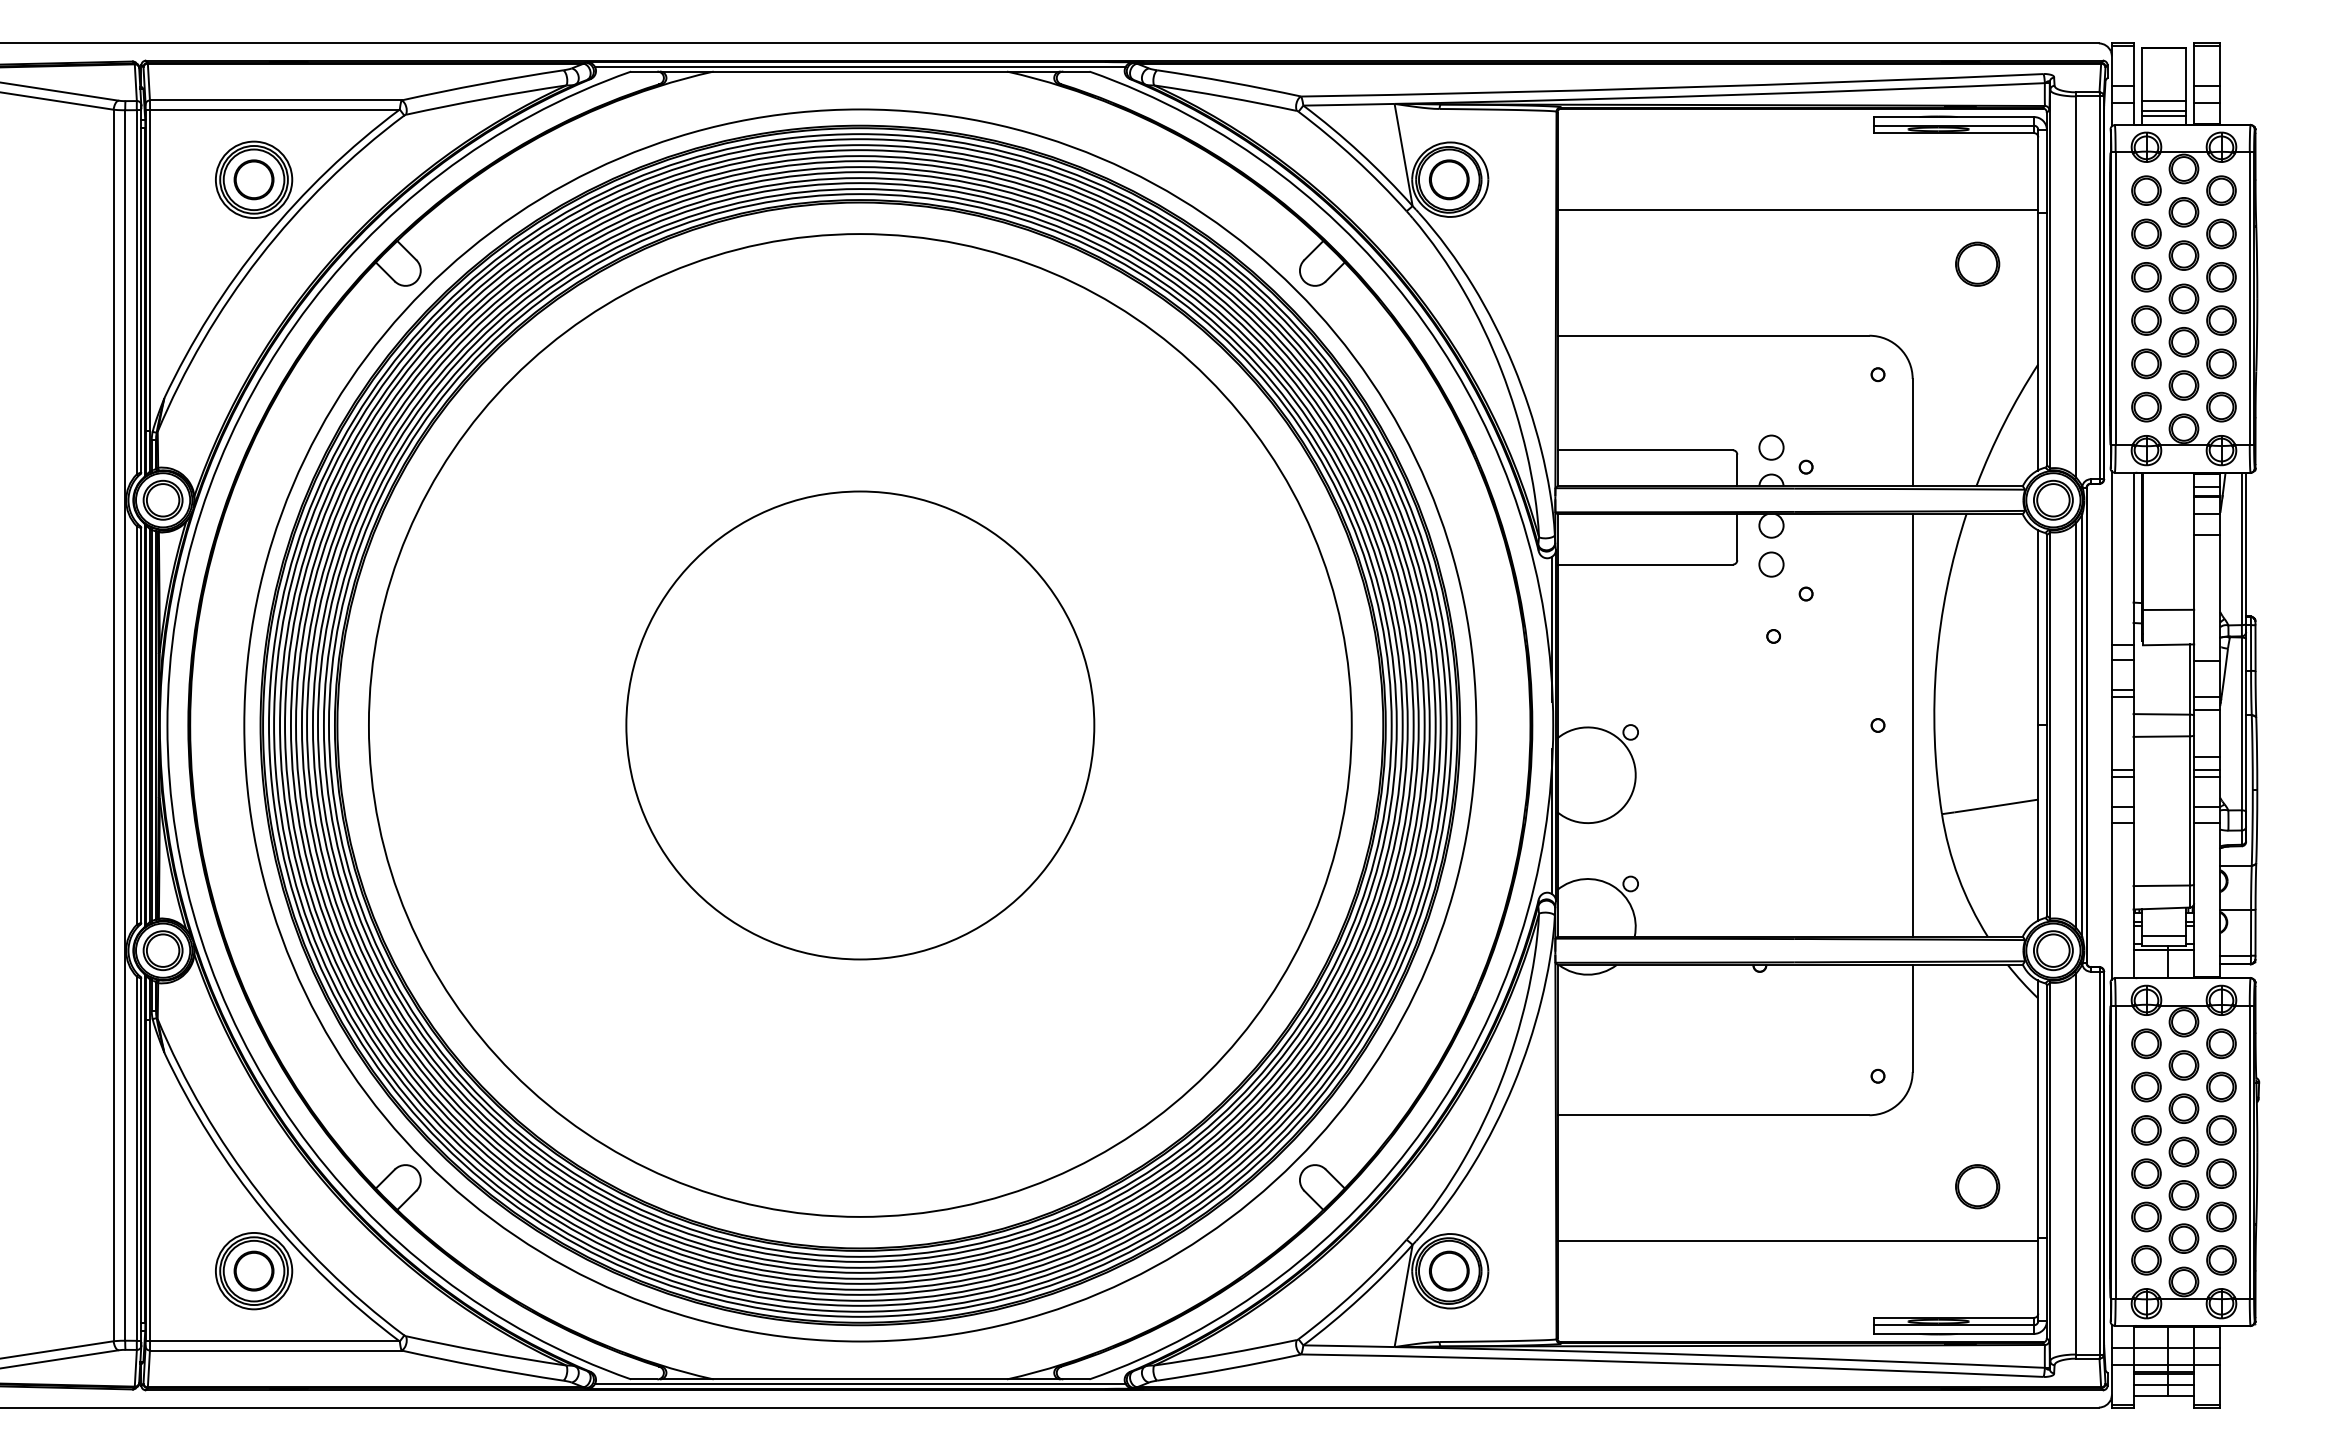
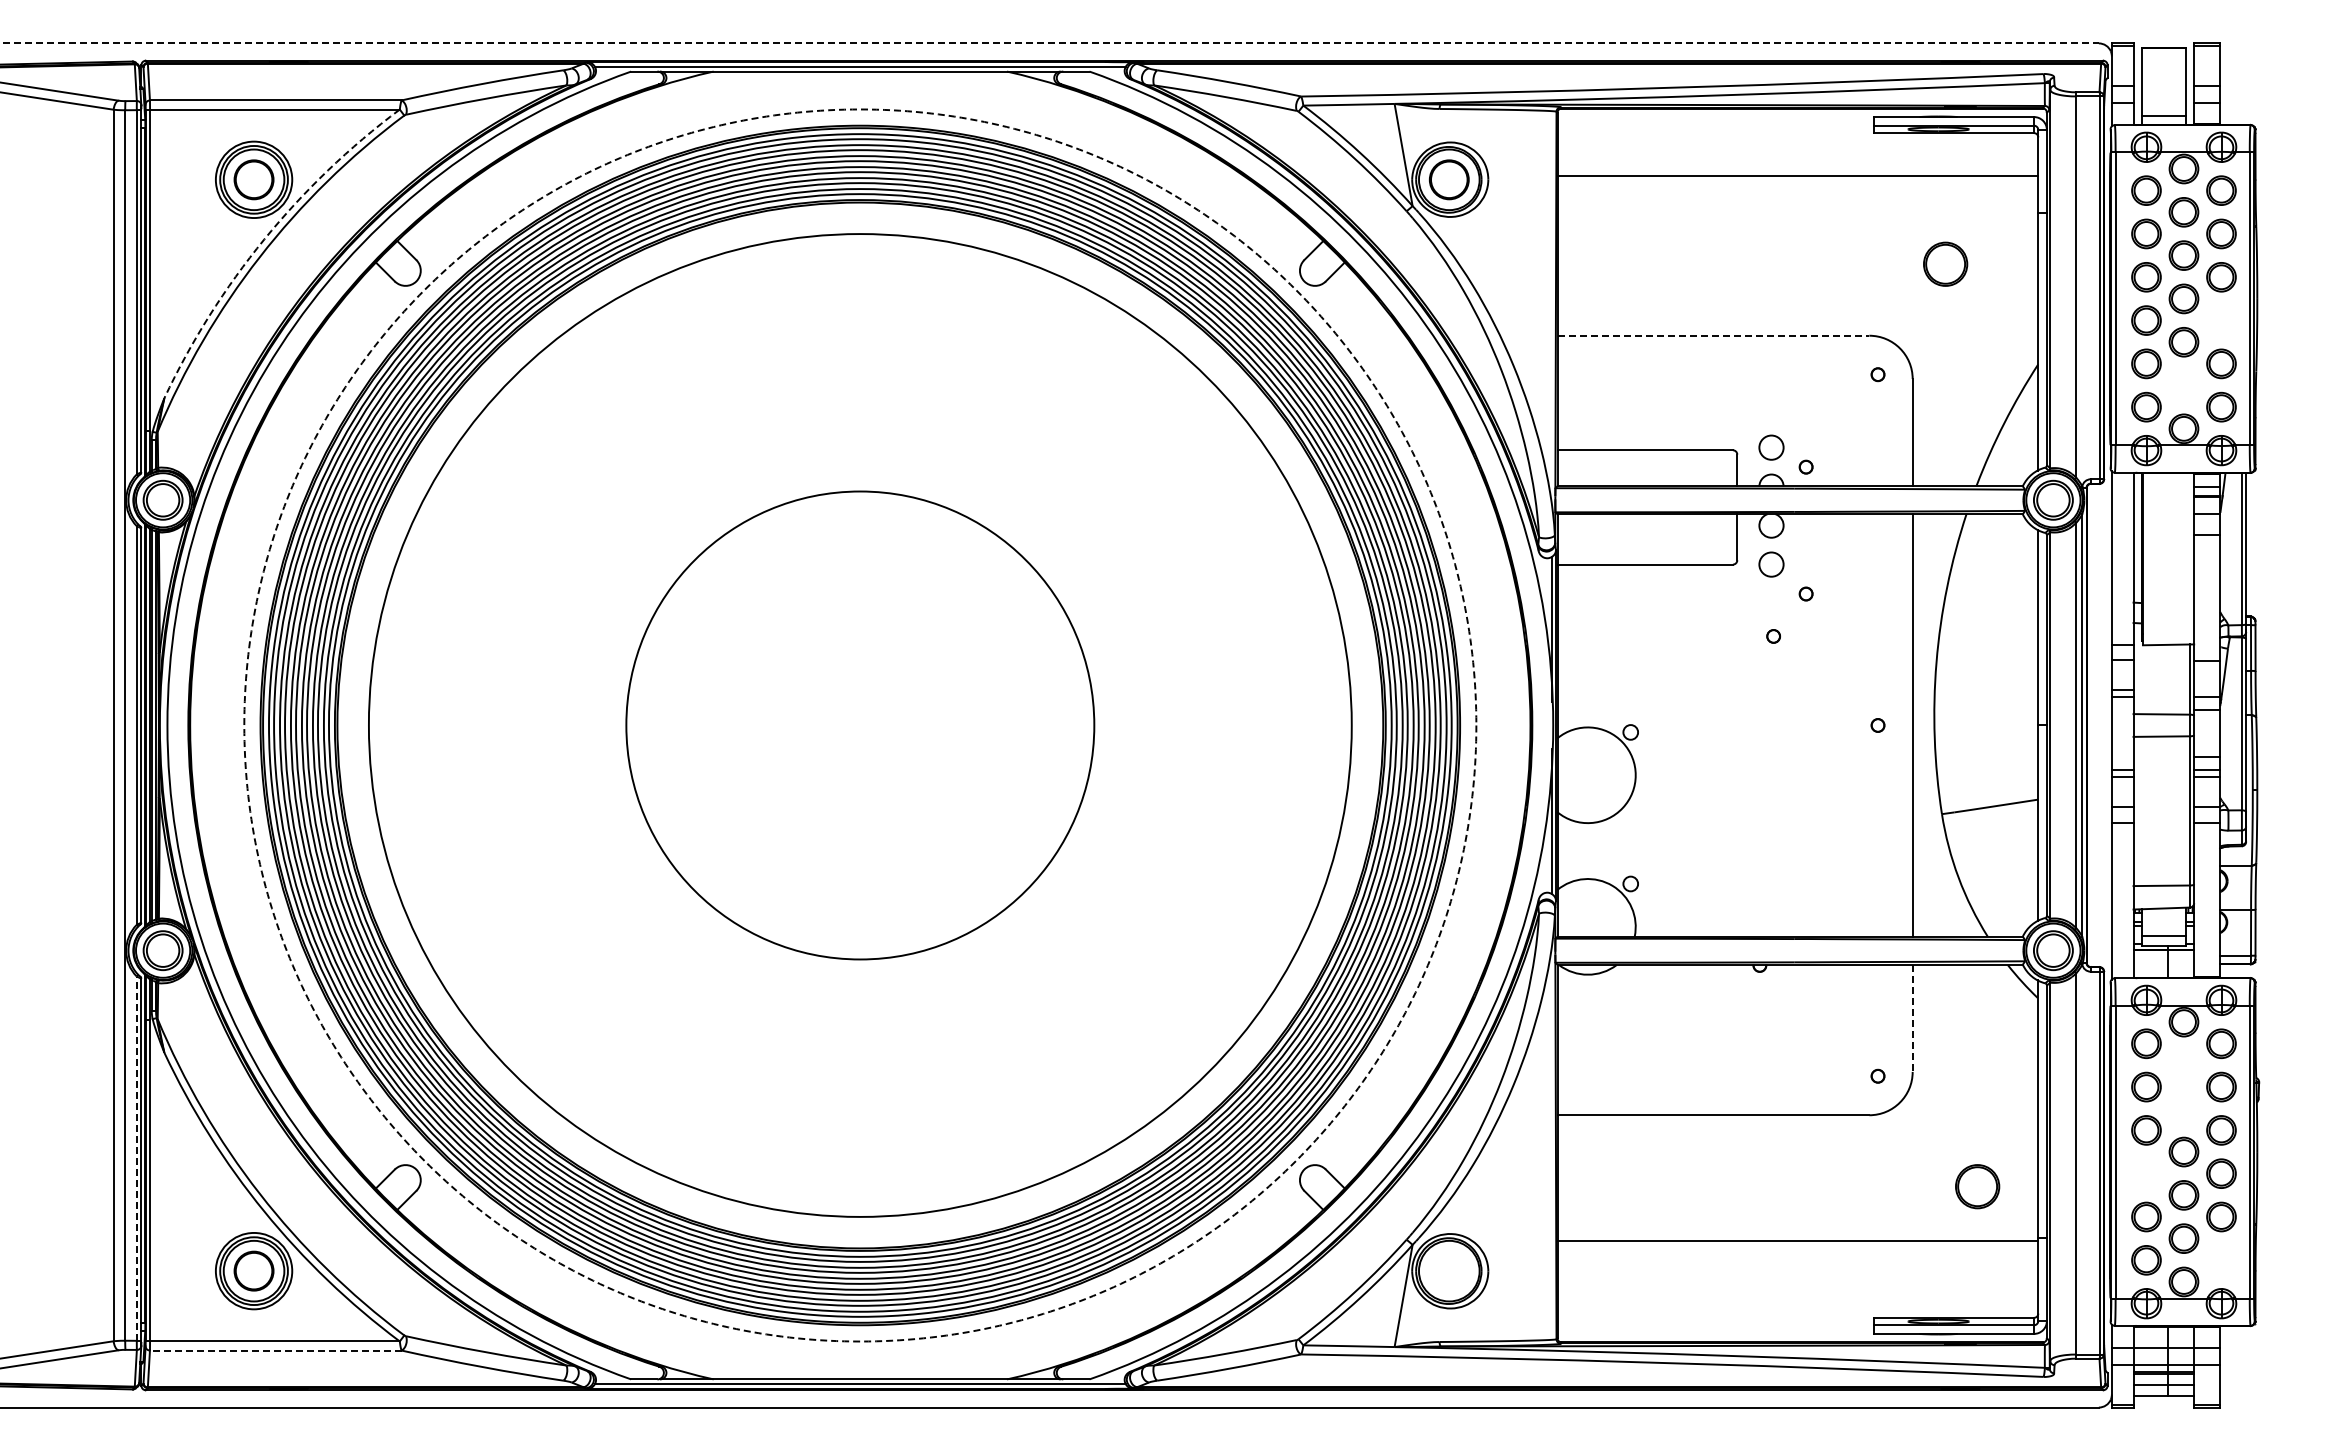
line at (1050, 43): solid -> dashed
line at (2163, 100): present -> none
line at (2163, 111): present -> none
line at (1797, 209) position: (1797, 209) -> (1797, 175)
arc at (264, 239): solid -> dashed
part at (1977, 263) position: (1977, 263) -> (1945, 263)
part at (2221, 320): present -> none
line at (1713, 335): solid -> dashed
part at (2183, 385): present -> none
line at (2168, 609): present -> none
circle at (860, 725): solid -> dashed
line at (1912, 1018): solid -> dashed
part at (2183, 1065): present -> none
part at (2183, 1108): present -> none
line at (136, 1158): solid -> dashed
part at (2146, 1173): present -> none
part at (2221, 1260): present -> none
part at (1449, 1270): present -> none
line at (275, 1350): solid -> dashed
